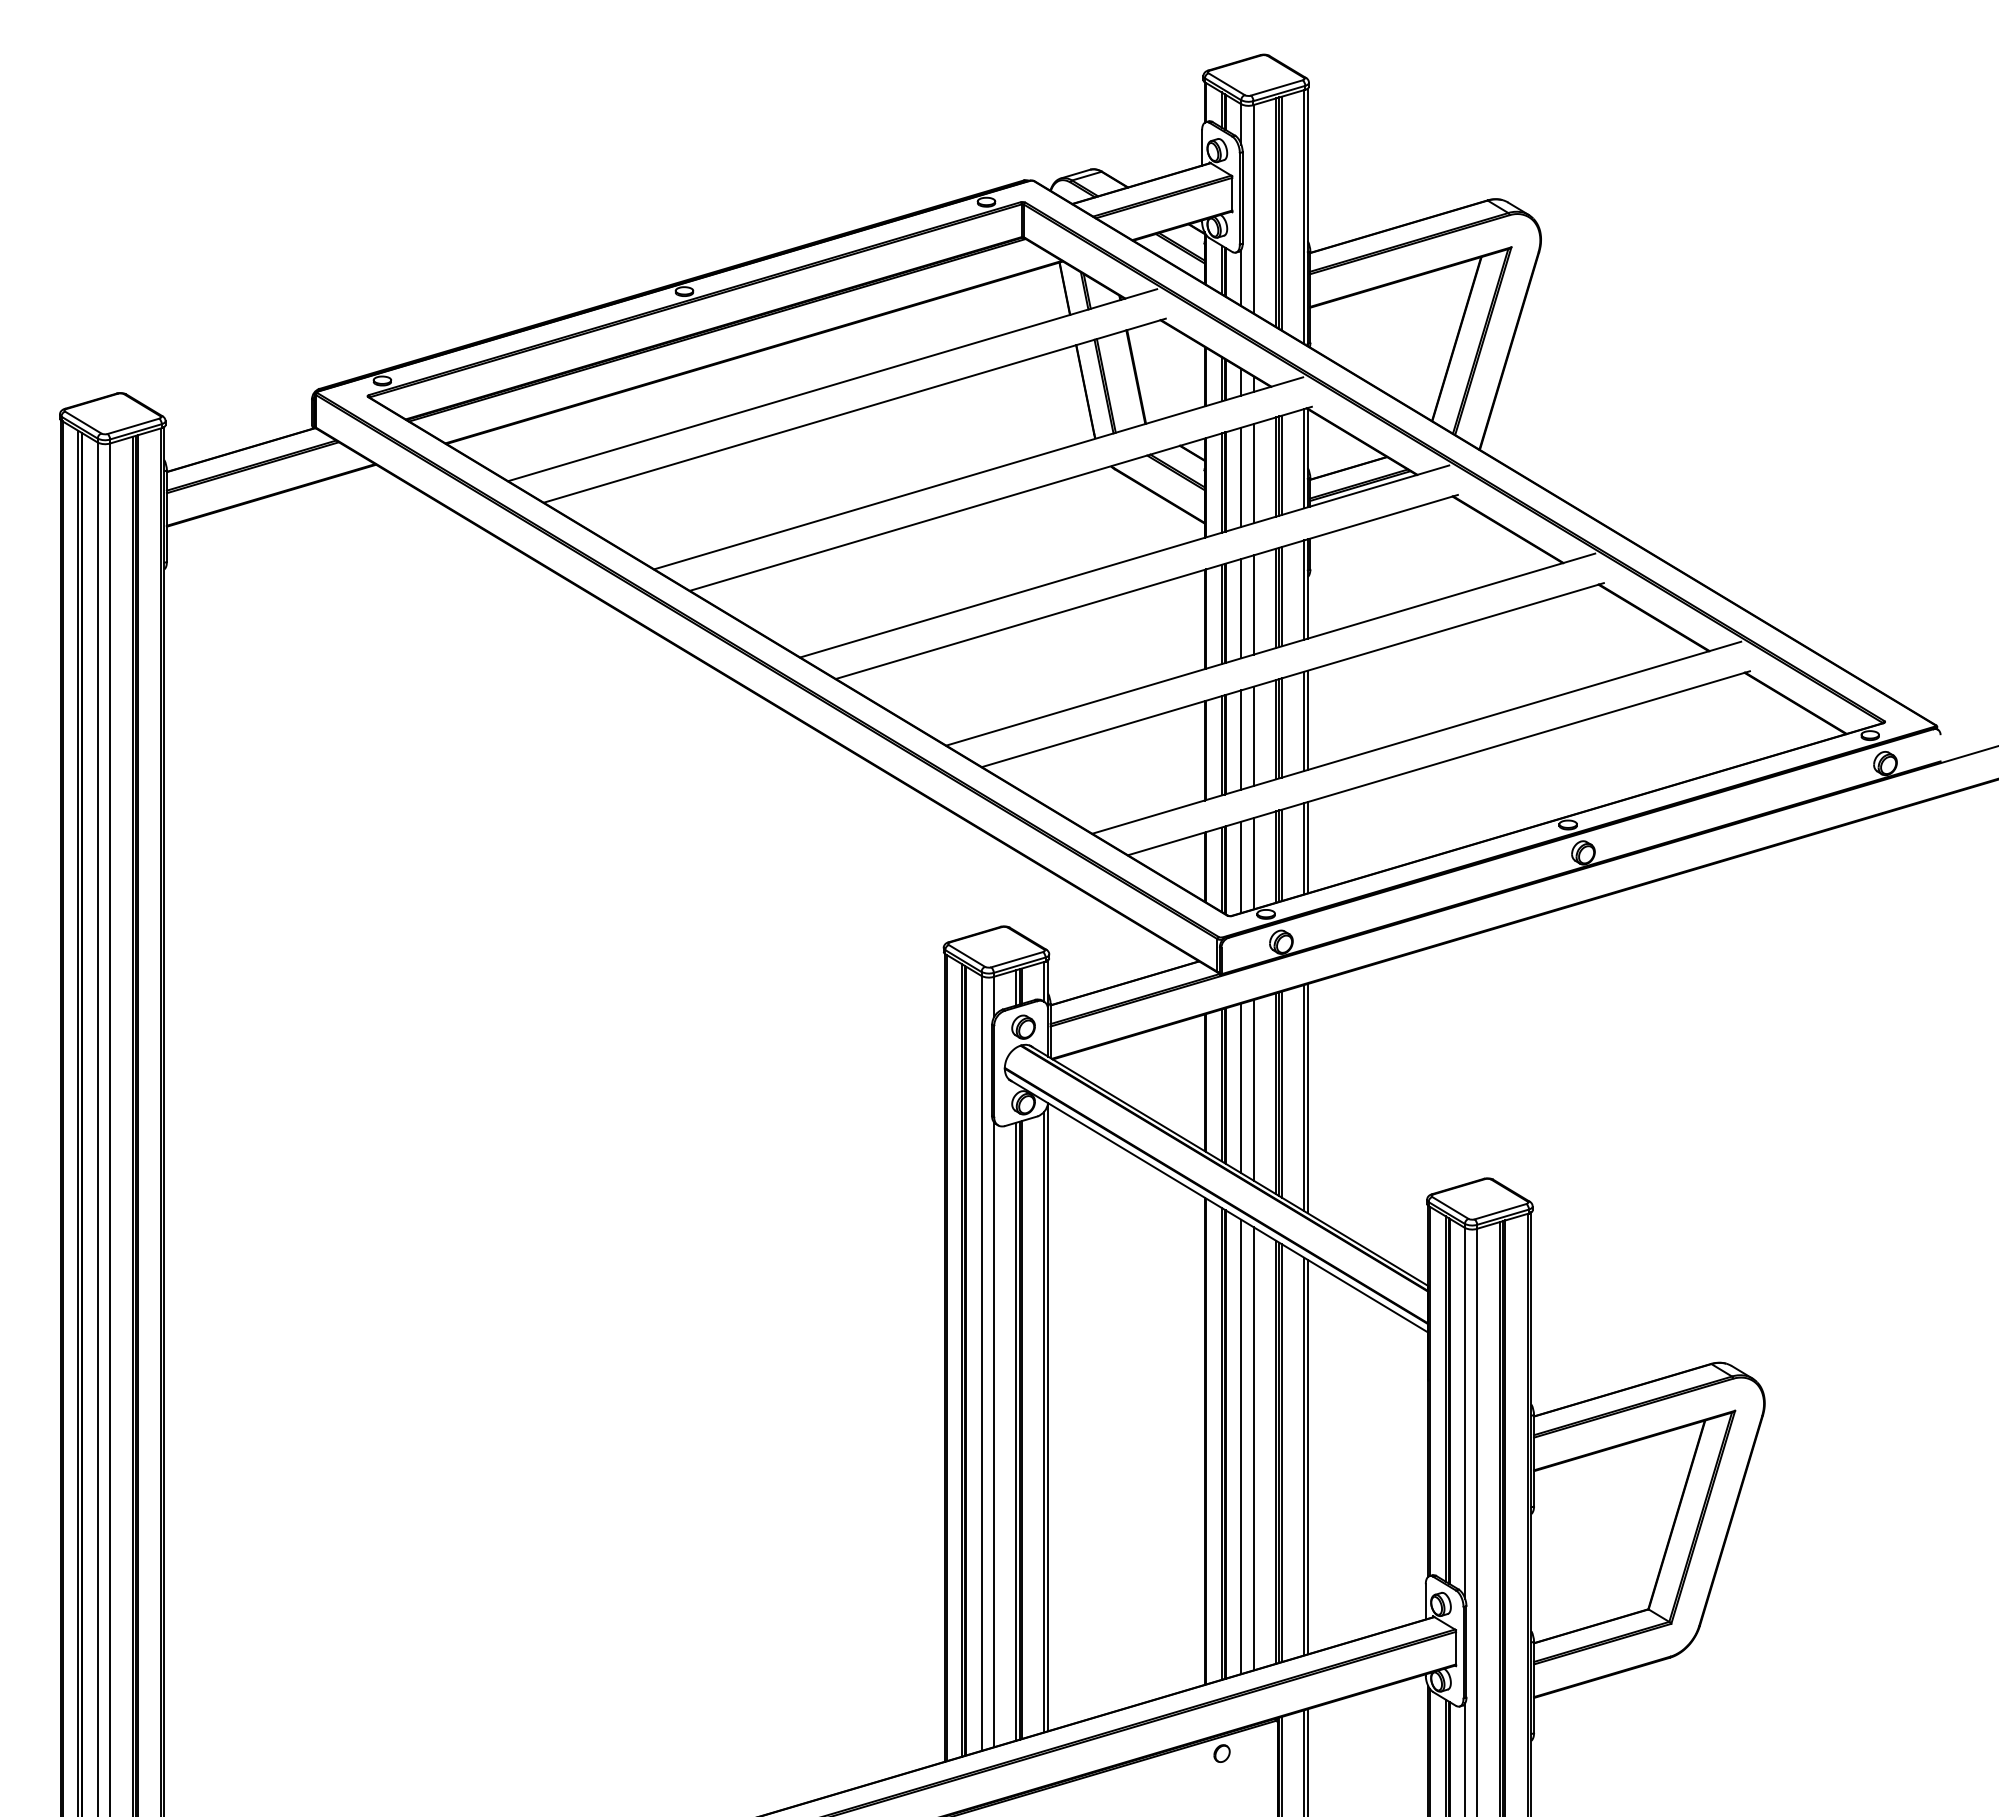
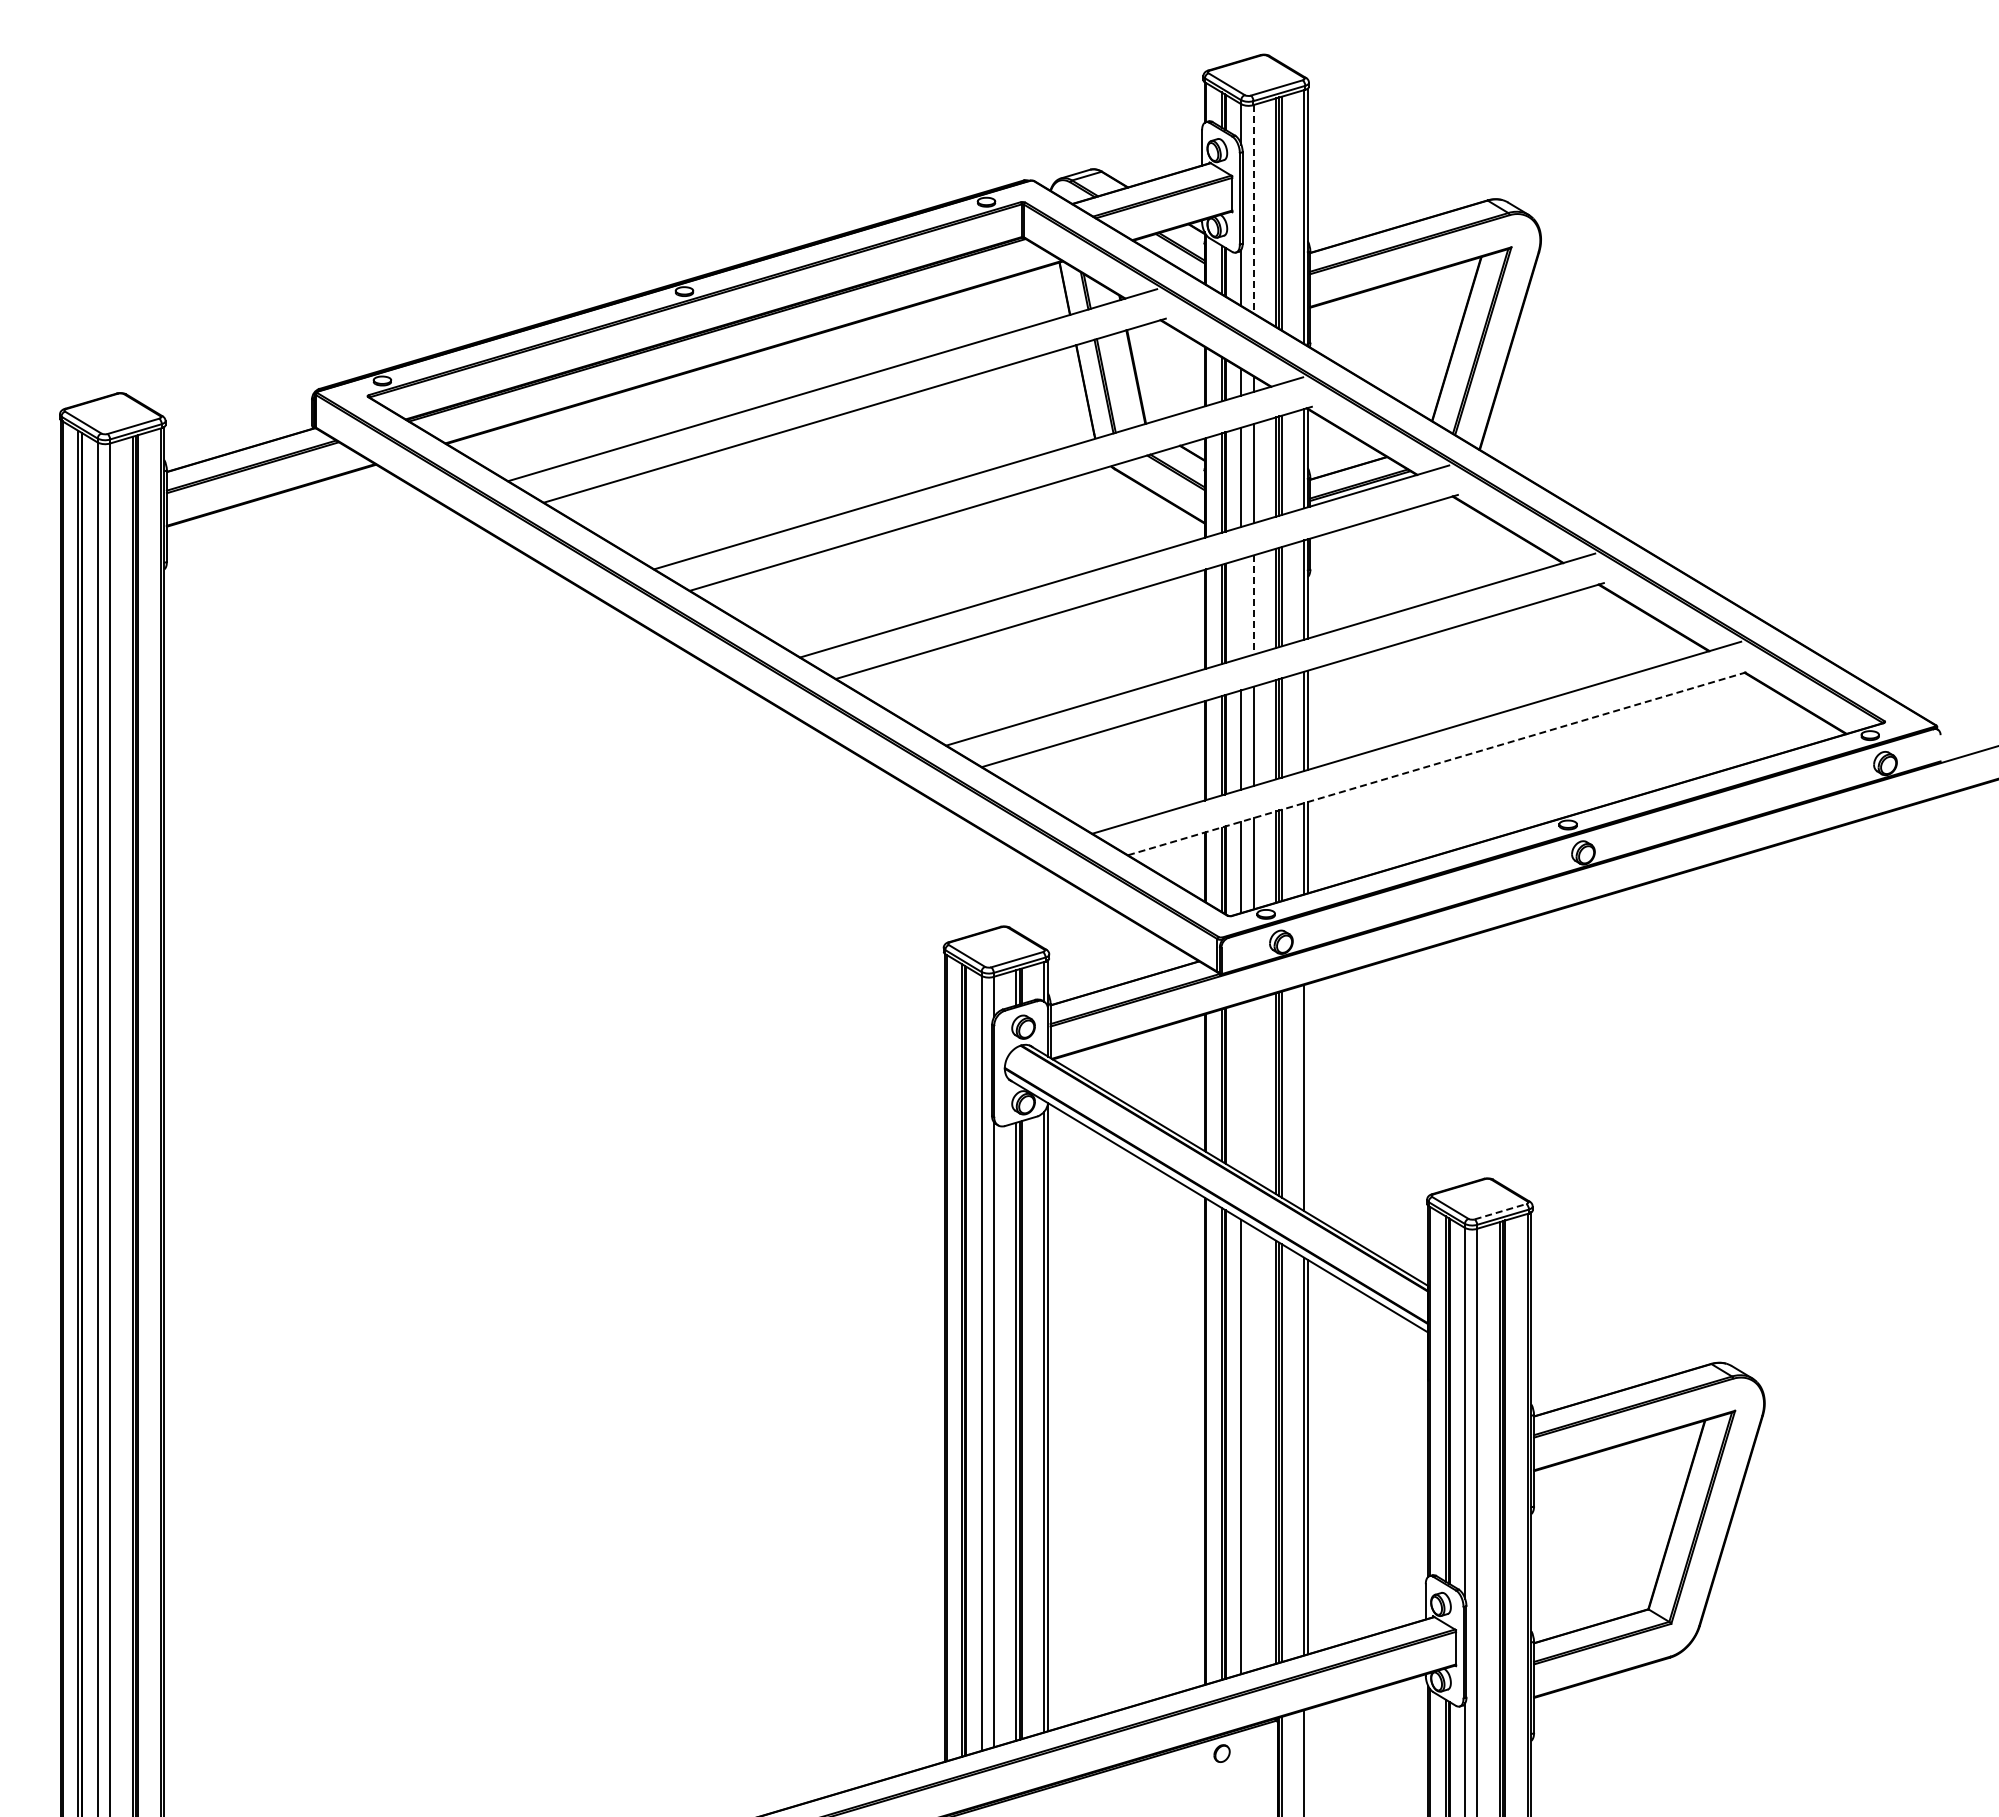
line at (1253, 209): solid -> dashed
line at (1253, 605): solid -> dashed
line at (1241, 608): present -> none
line at (1439, 763): solid -> dashed
line at (1241, 1088): present -> none
line at (1253, 1090): present -> none
line at (1307, 1098): present -> none
line at (1500, 1211): solid -> dashed
line at (1253, 1448): present -> none
line at (1307, 1761): present -> none
